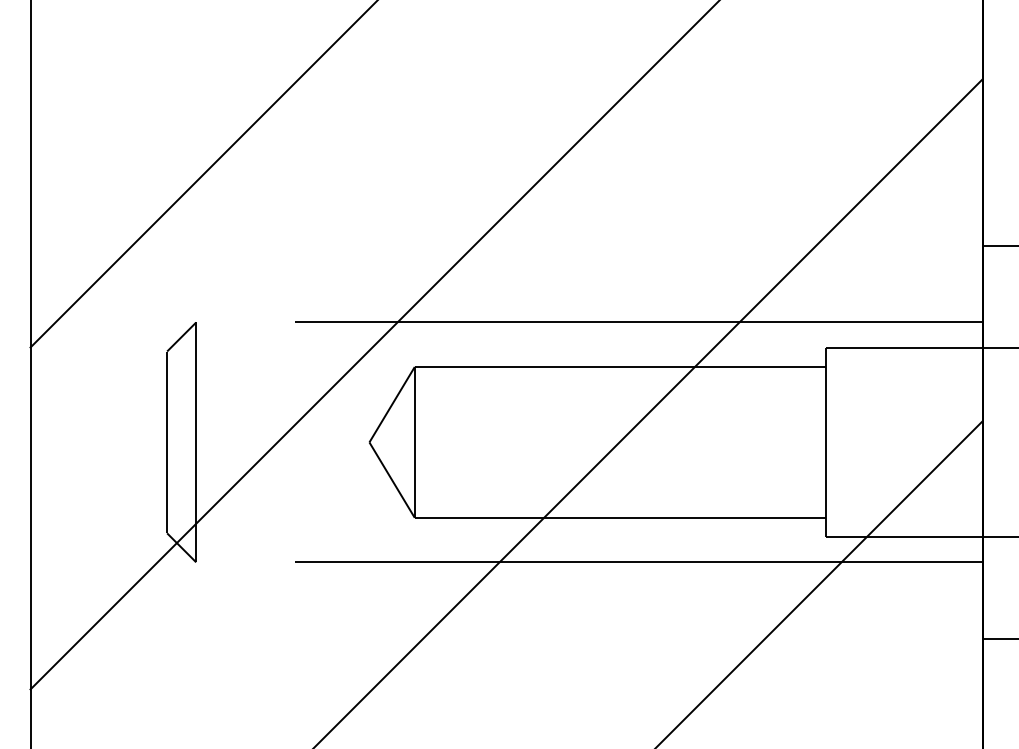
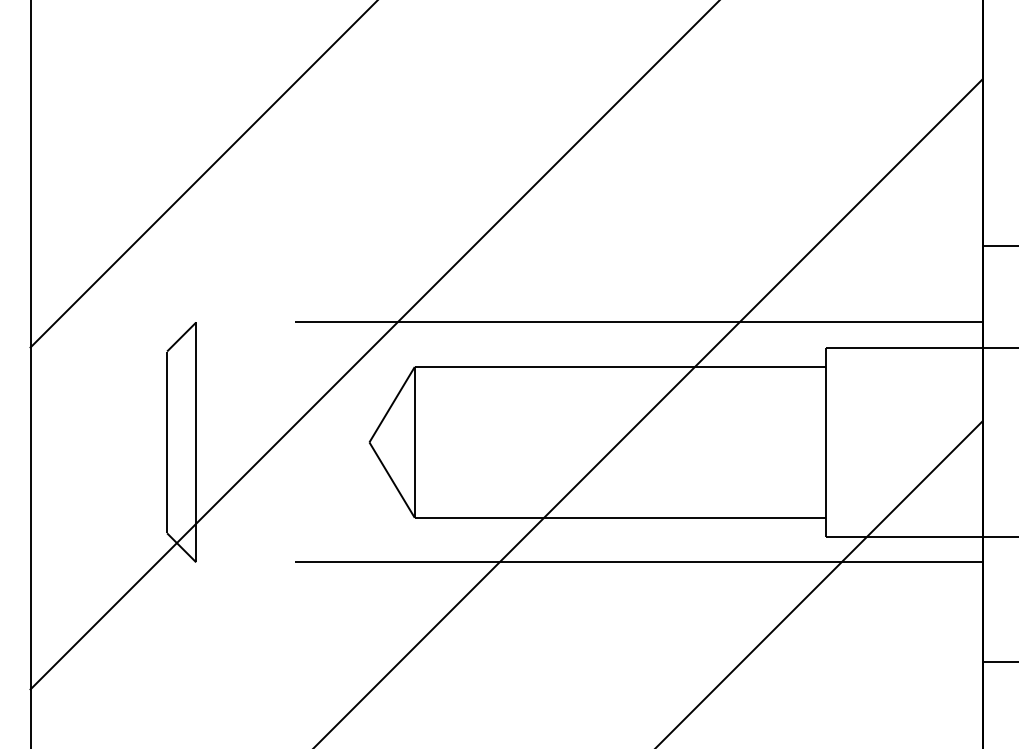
line at (998, 638) position: (998, 638) -> (998, 661)
